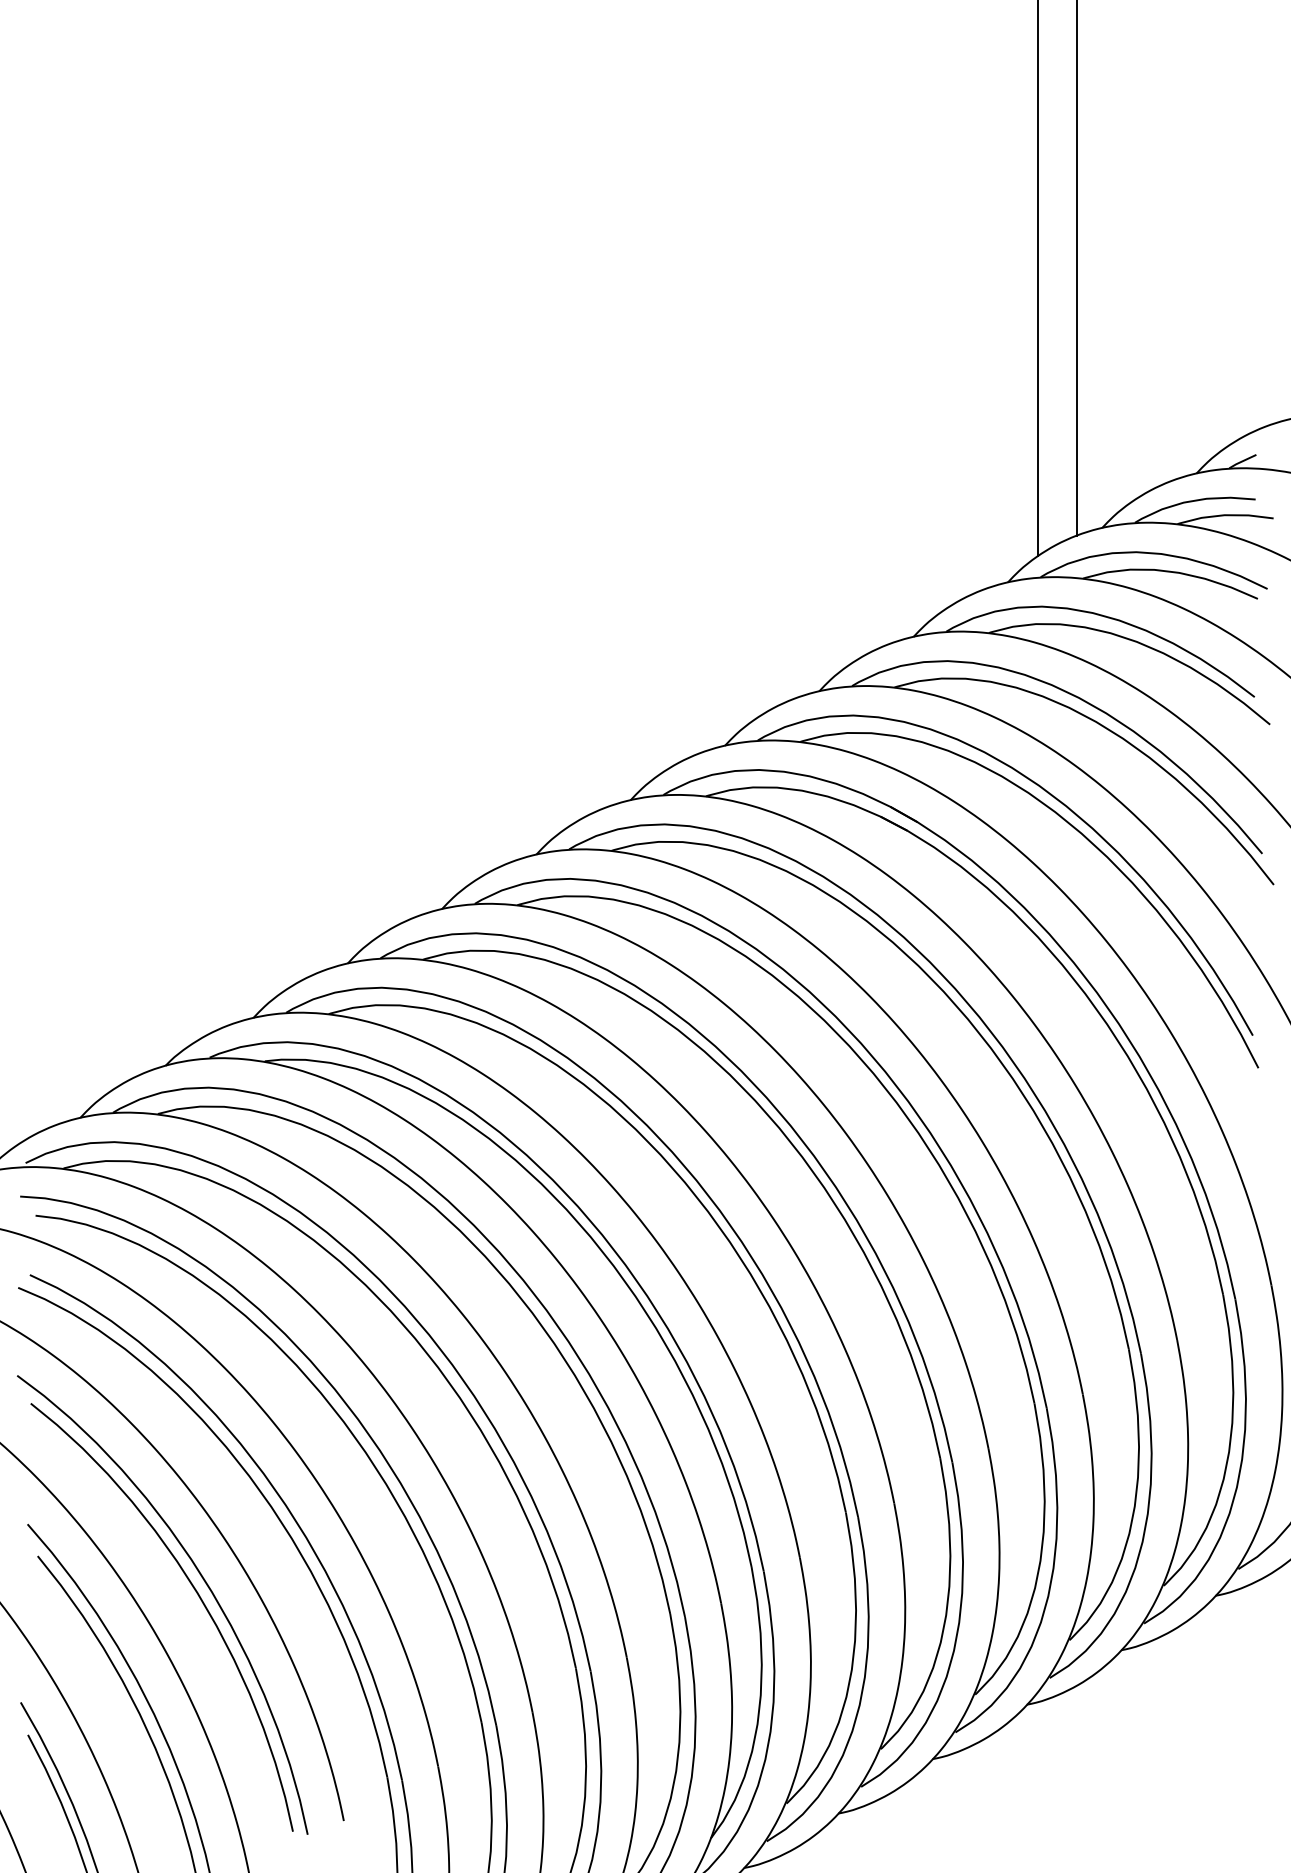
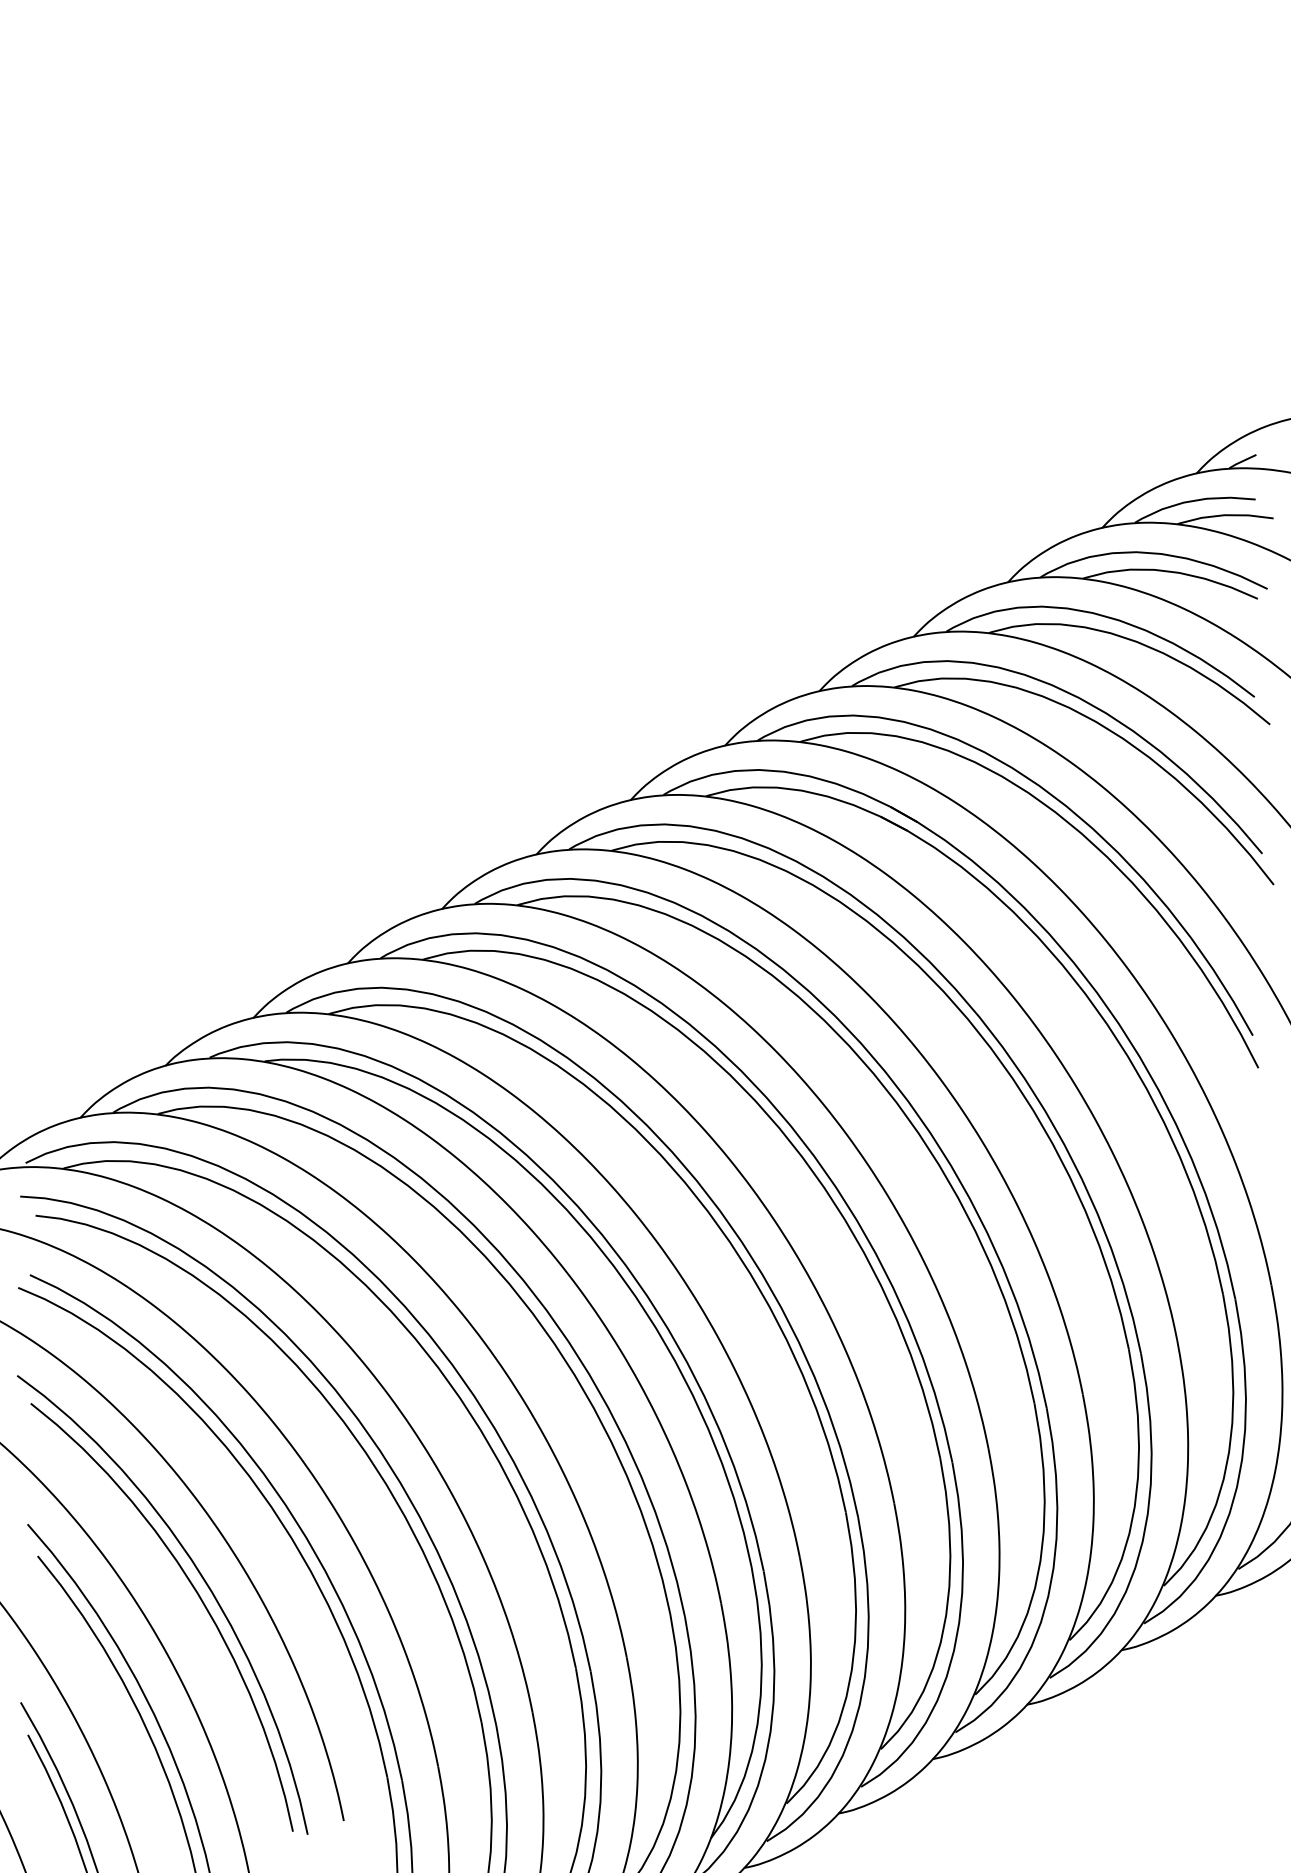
line at (1076, 268): present -> none
line at (1037, 279): present -> none
